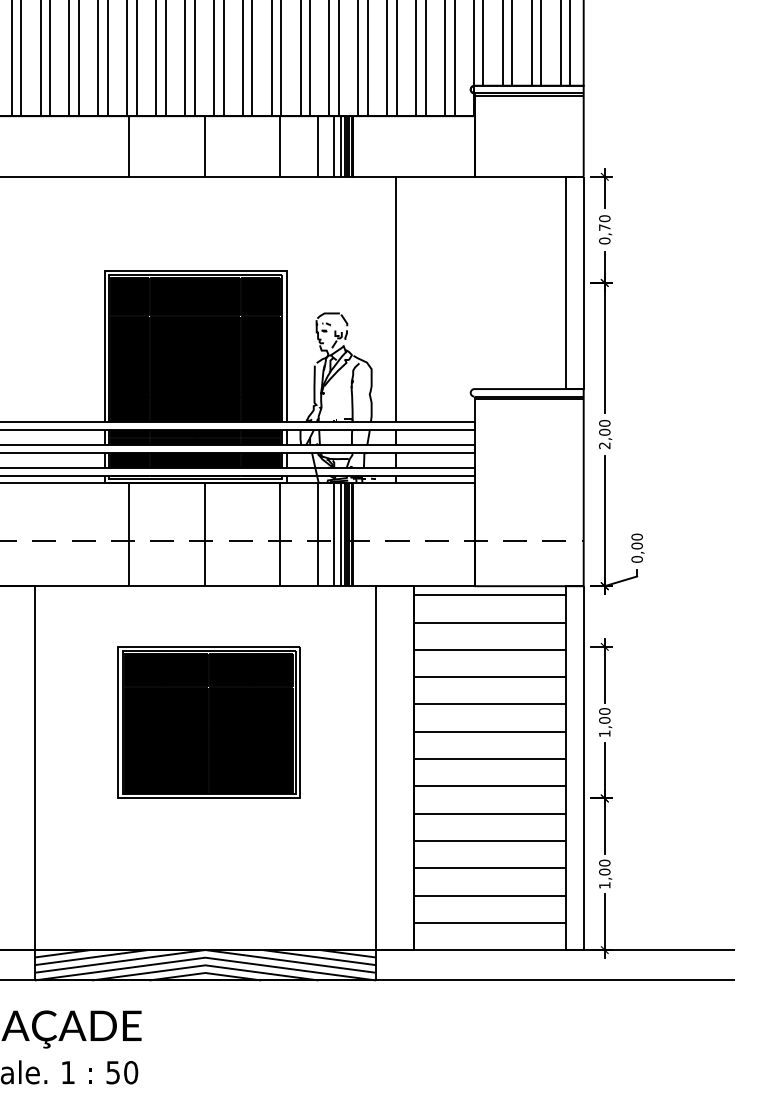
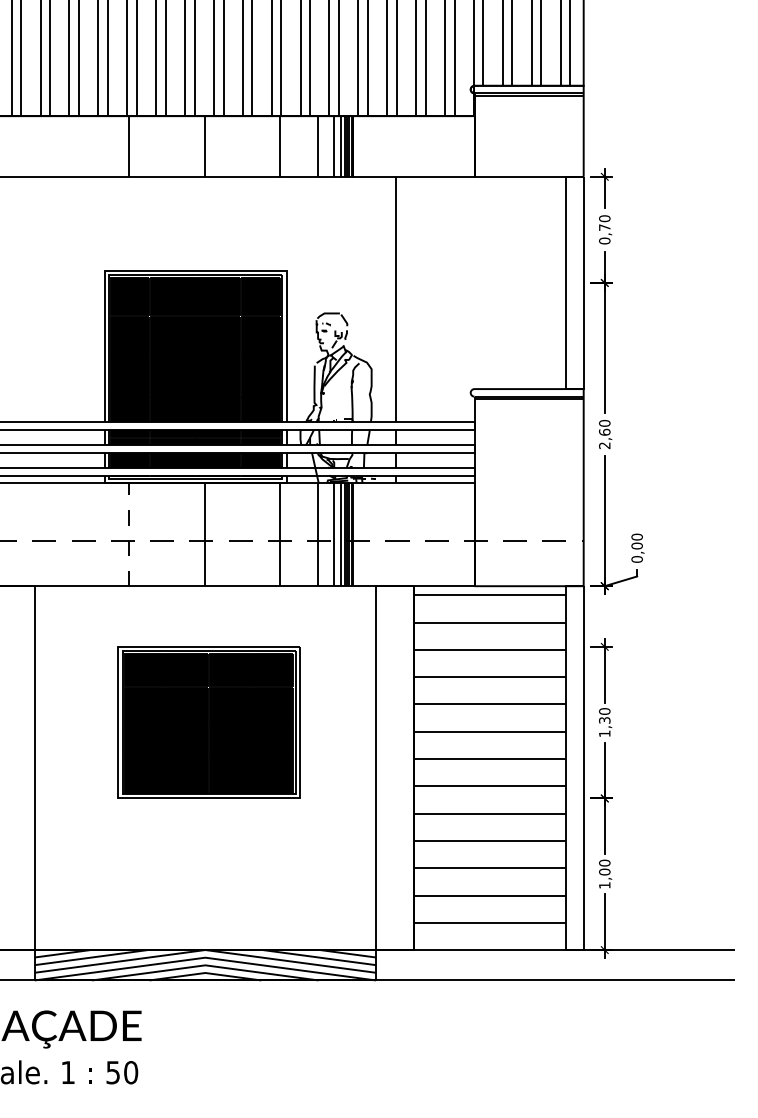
text at (604, 431): 2,00 -> 2,60
line at (128, 534): solid -> dashed
text at (604, 720): 1,00 -> 1,30
